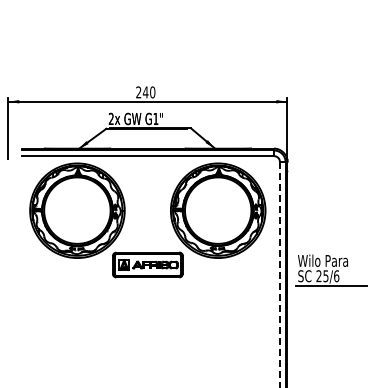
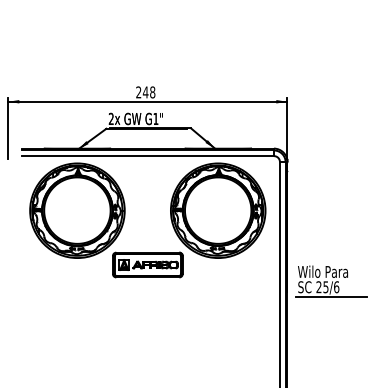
text at (152, 92): 240 -> 248
part at (331, 270) position: (331, 270) -> (331, 281)
line at (279, 274): dashed -> solid
